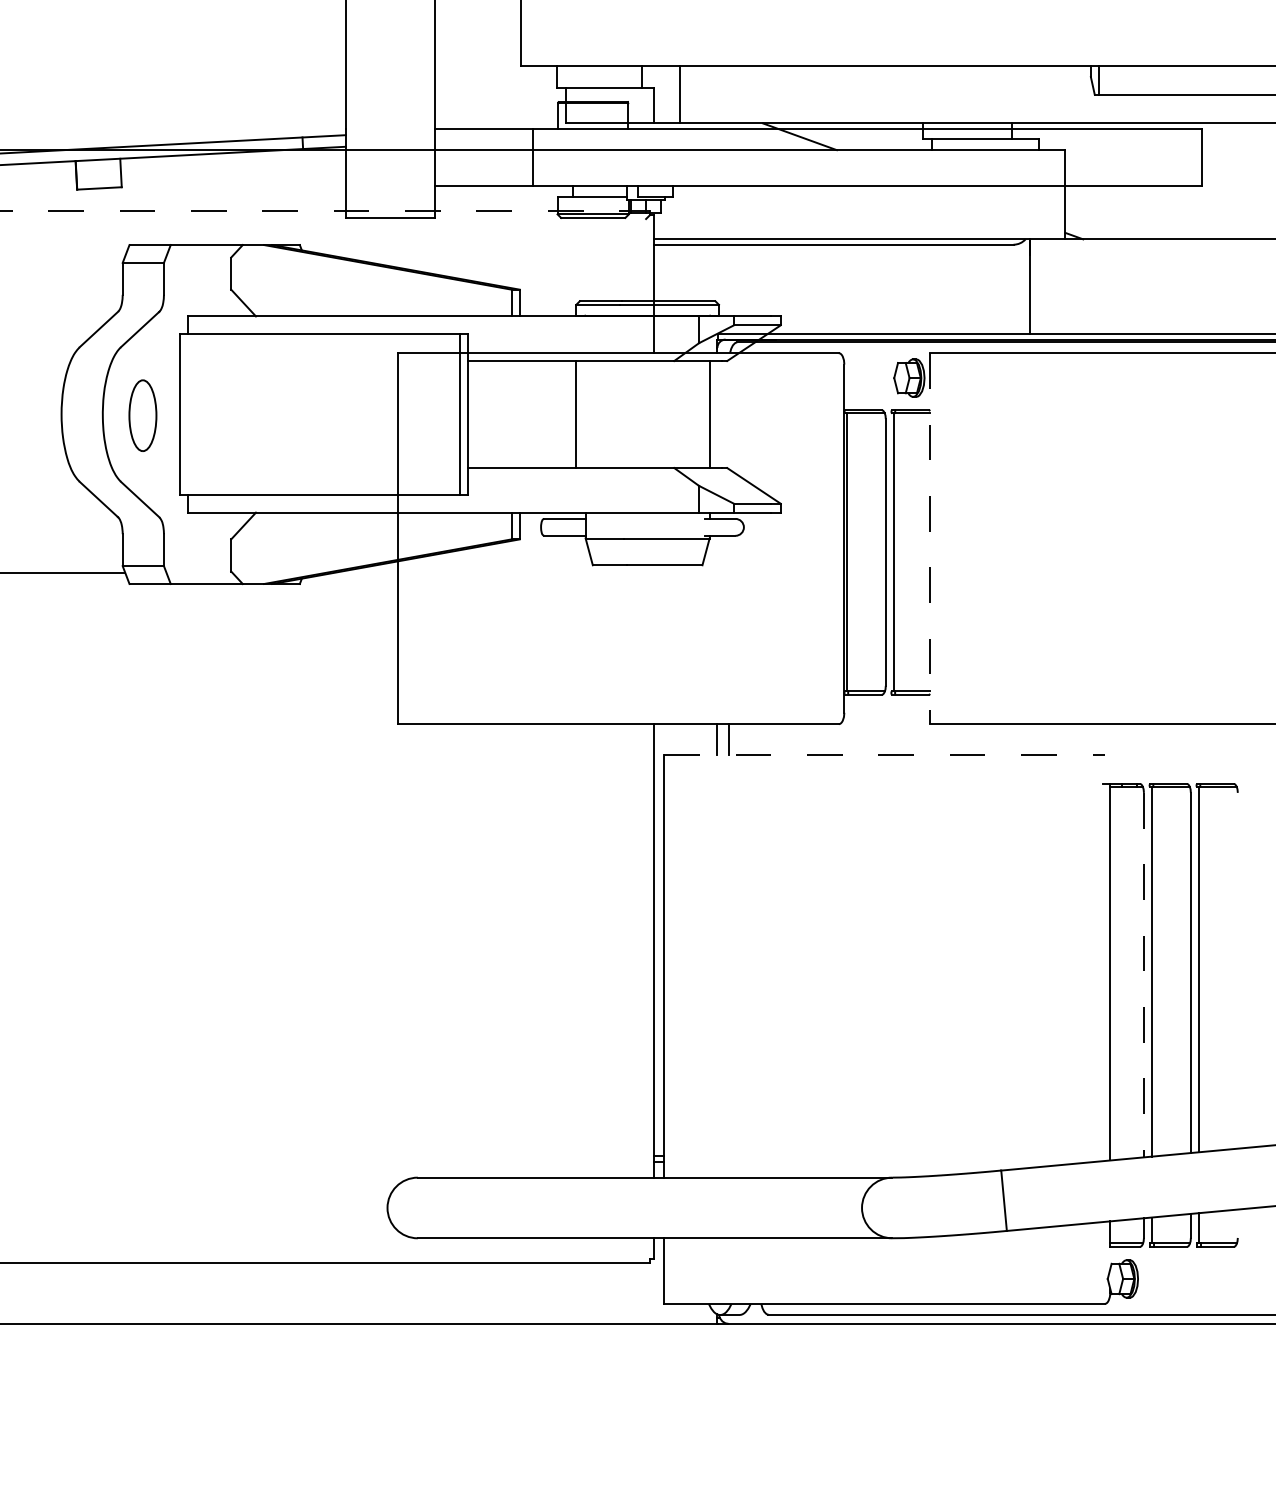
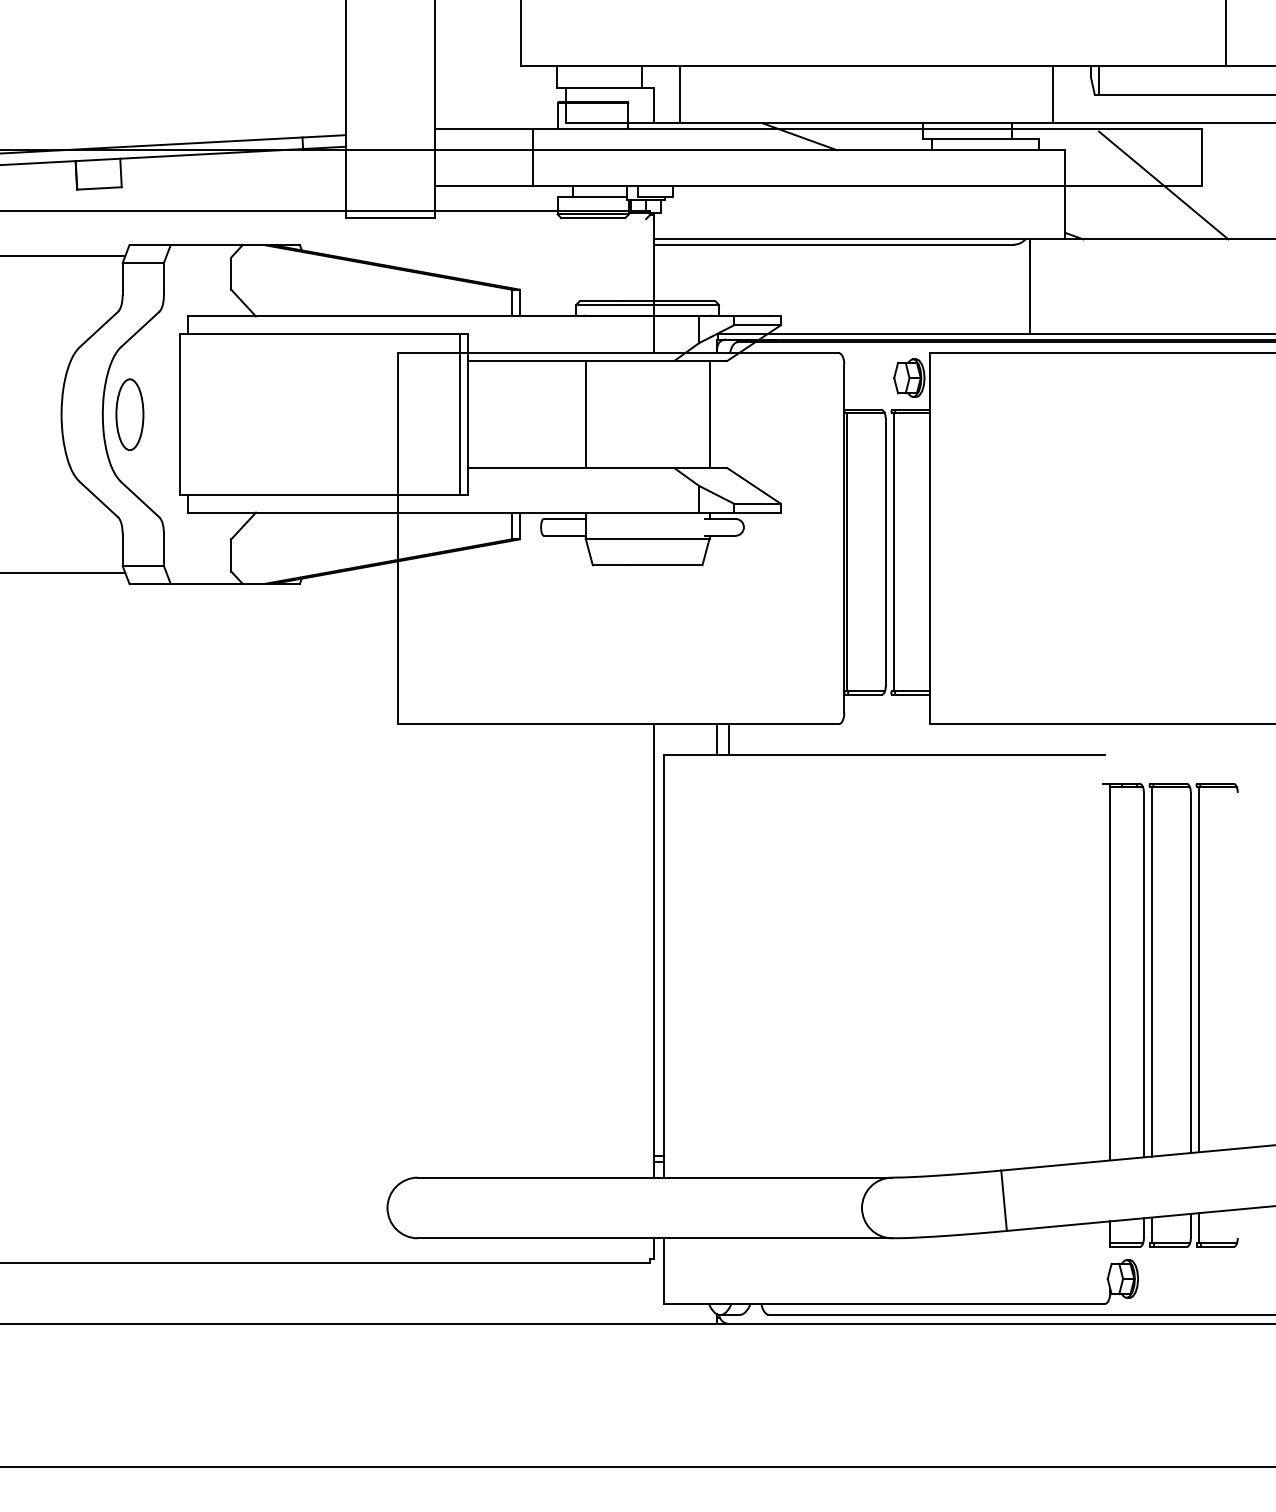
line at (1225, 34): none -> present
line at (1052, 94): none -> present
line at (1163, 185): none -> present
line at (325, 210): dashed -> solid
line at (63, 255): none -> present
line at (575, 414) position: (575, 414) -> (585, 414)
part at (142, 415) position: (142, 415) -> (129, 414)
line at (930, 538): dashed -> solid
line at (885, 754): dashed -> solid
line at (1143, 975): dashed -> solid
line at (637, 1466): none -> present
